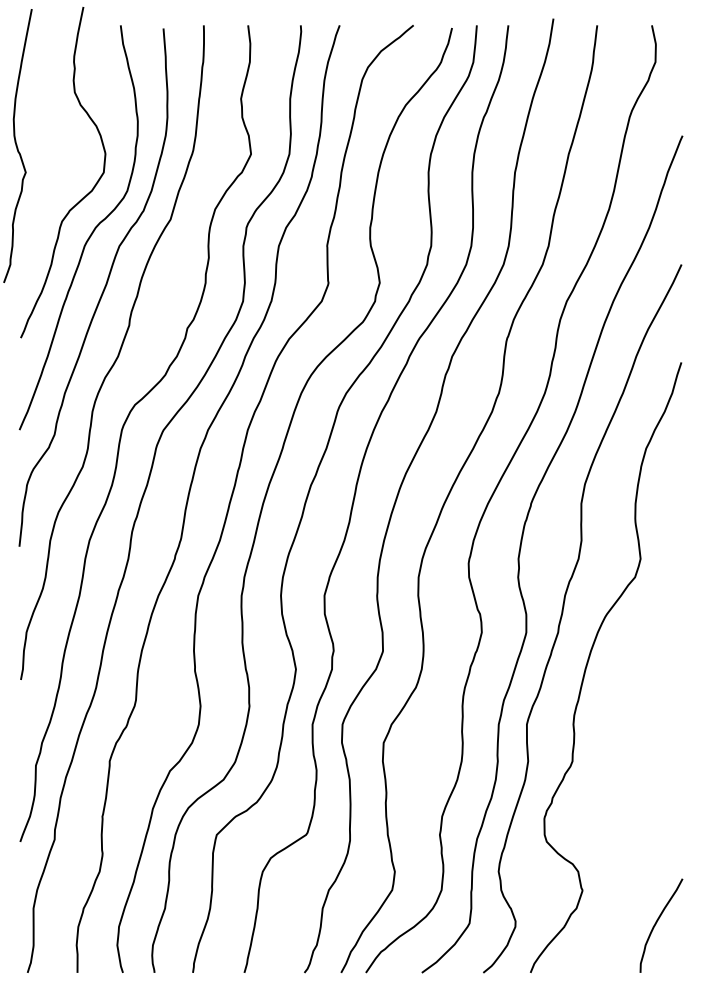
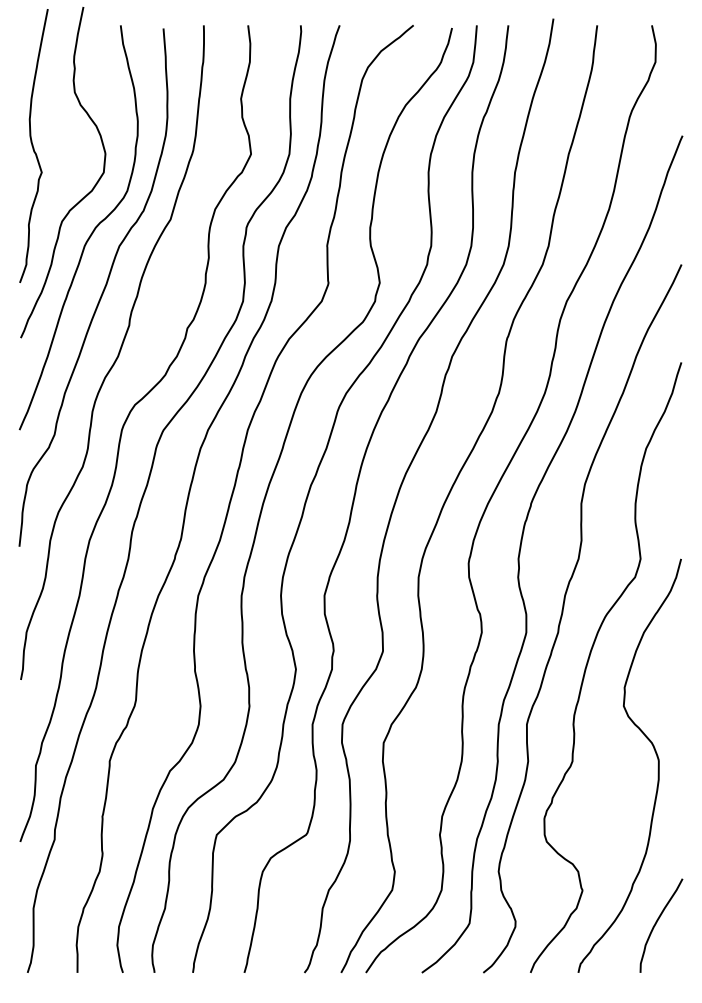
curve at (17, 145) position: (17, 145) -> (33, 145)
curve at (657, 765): none -> present
